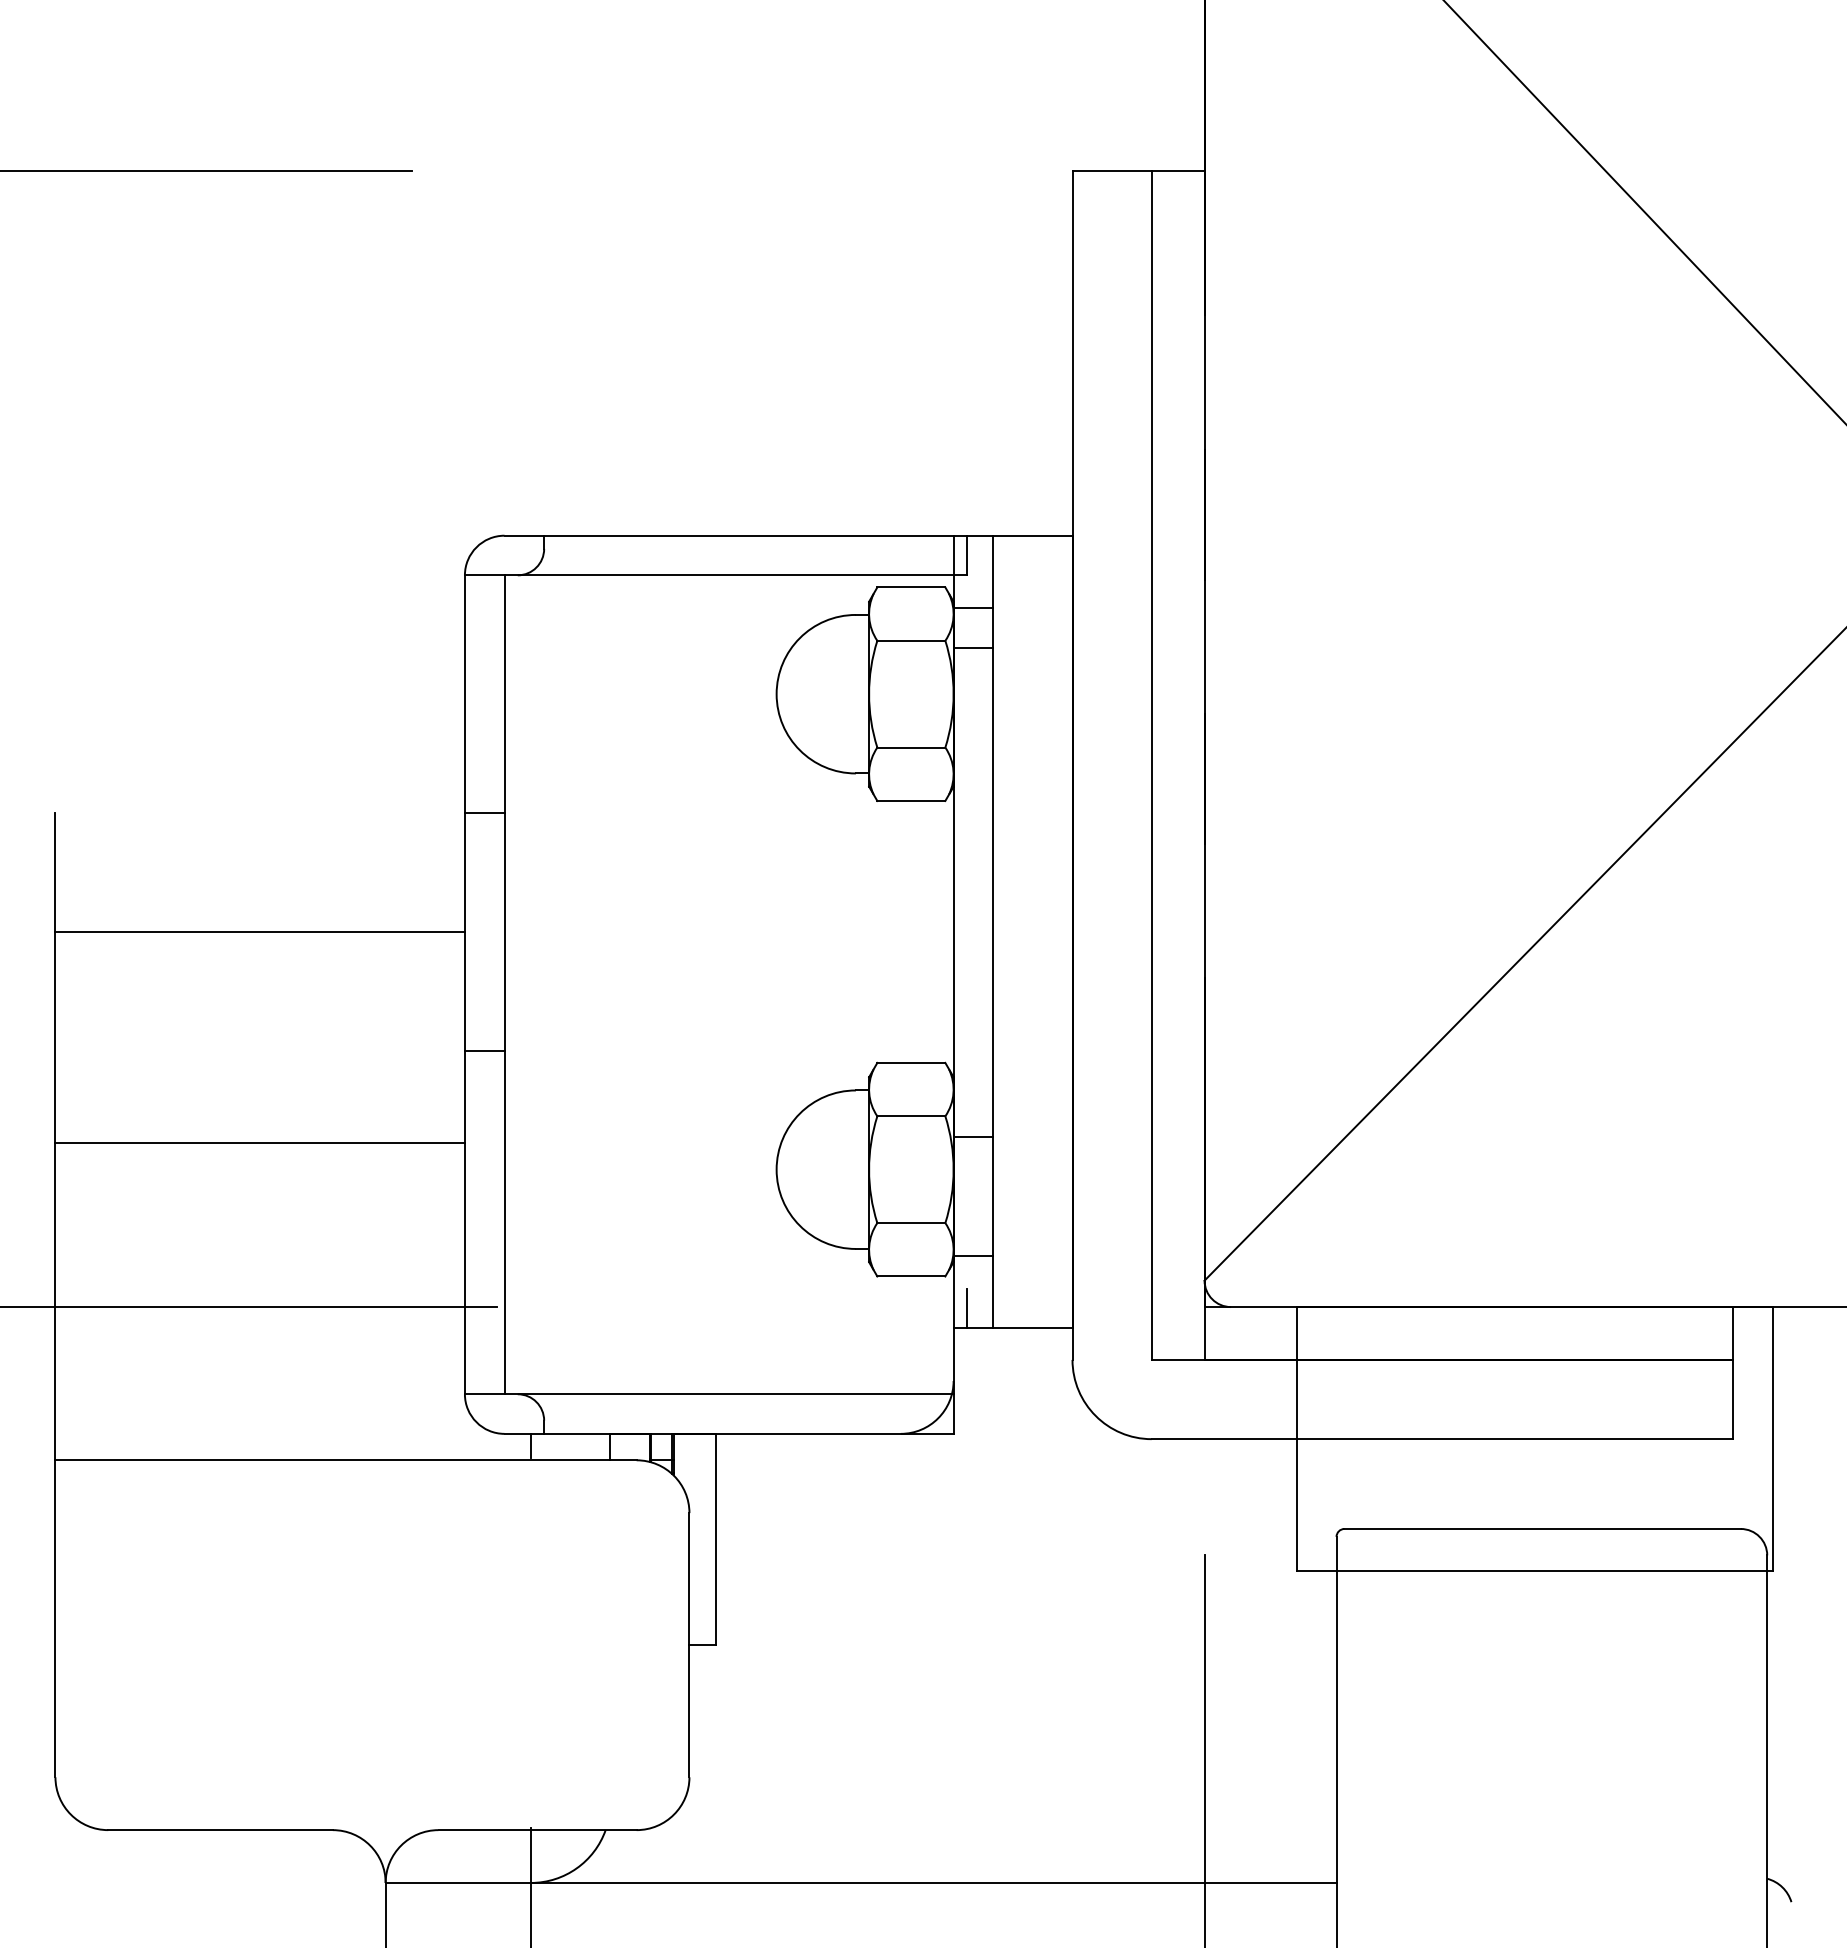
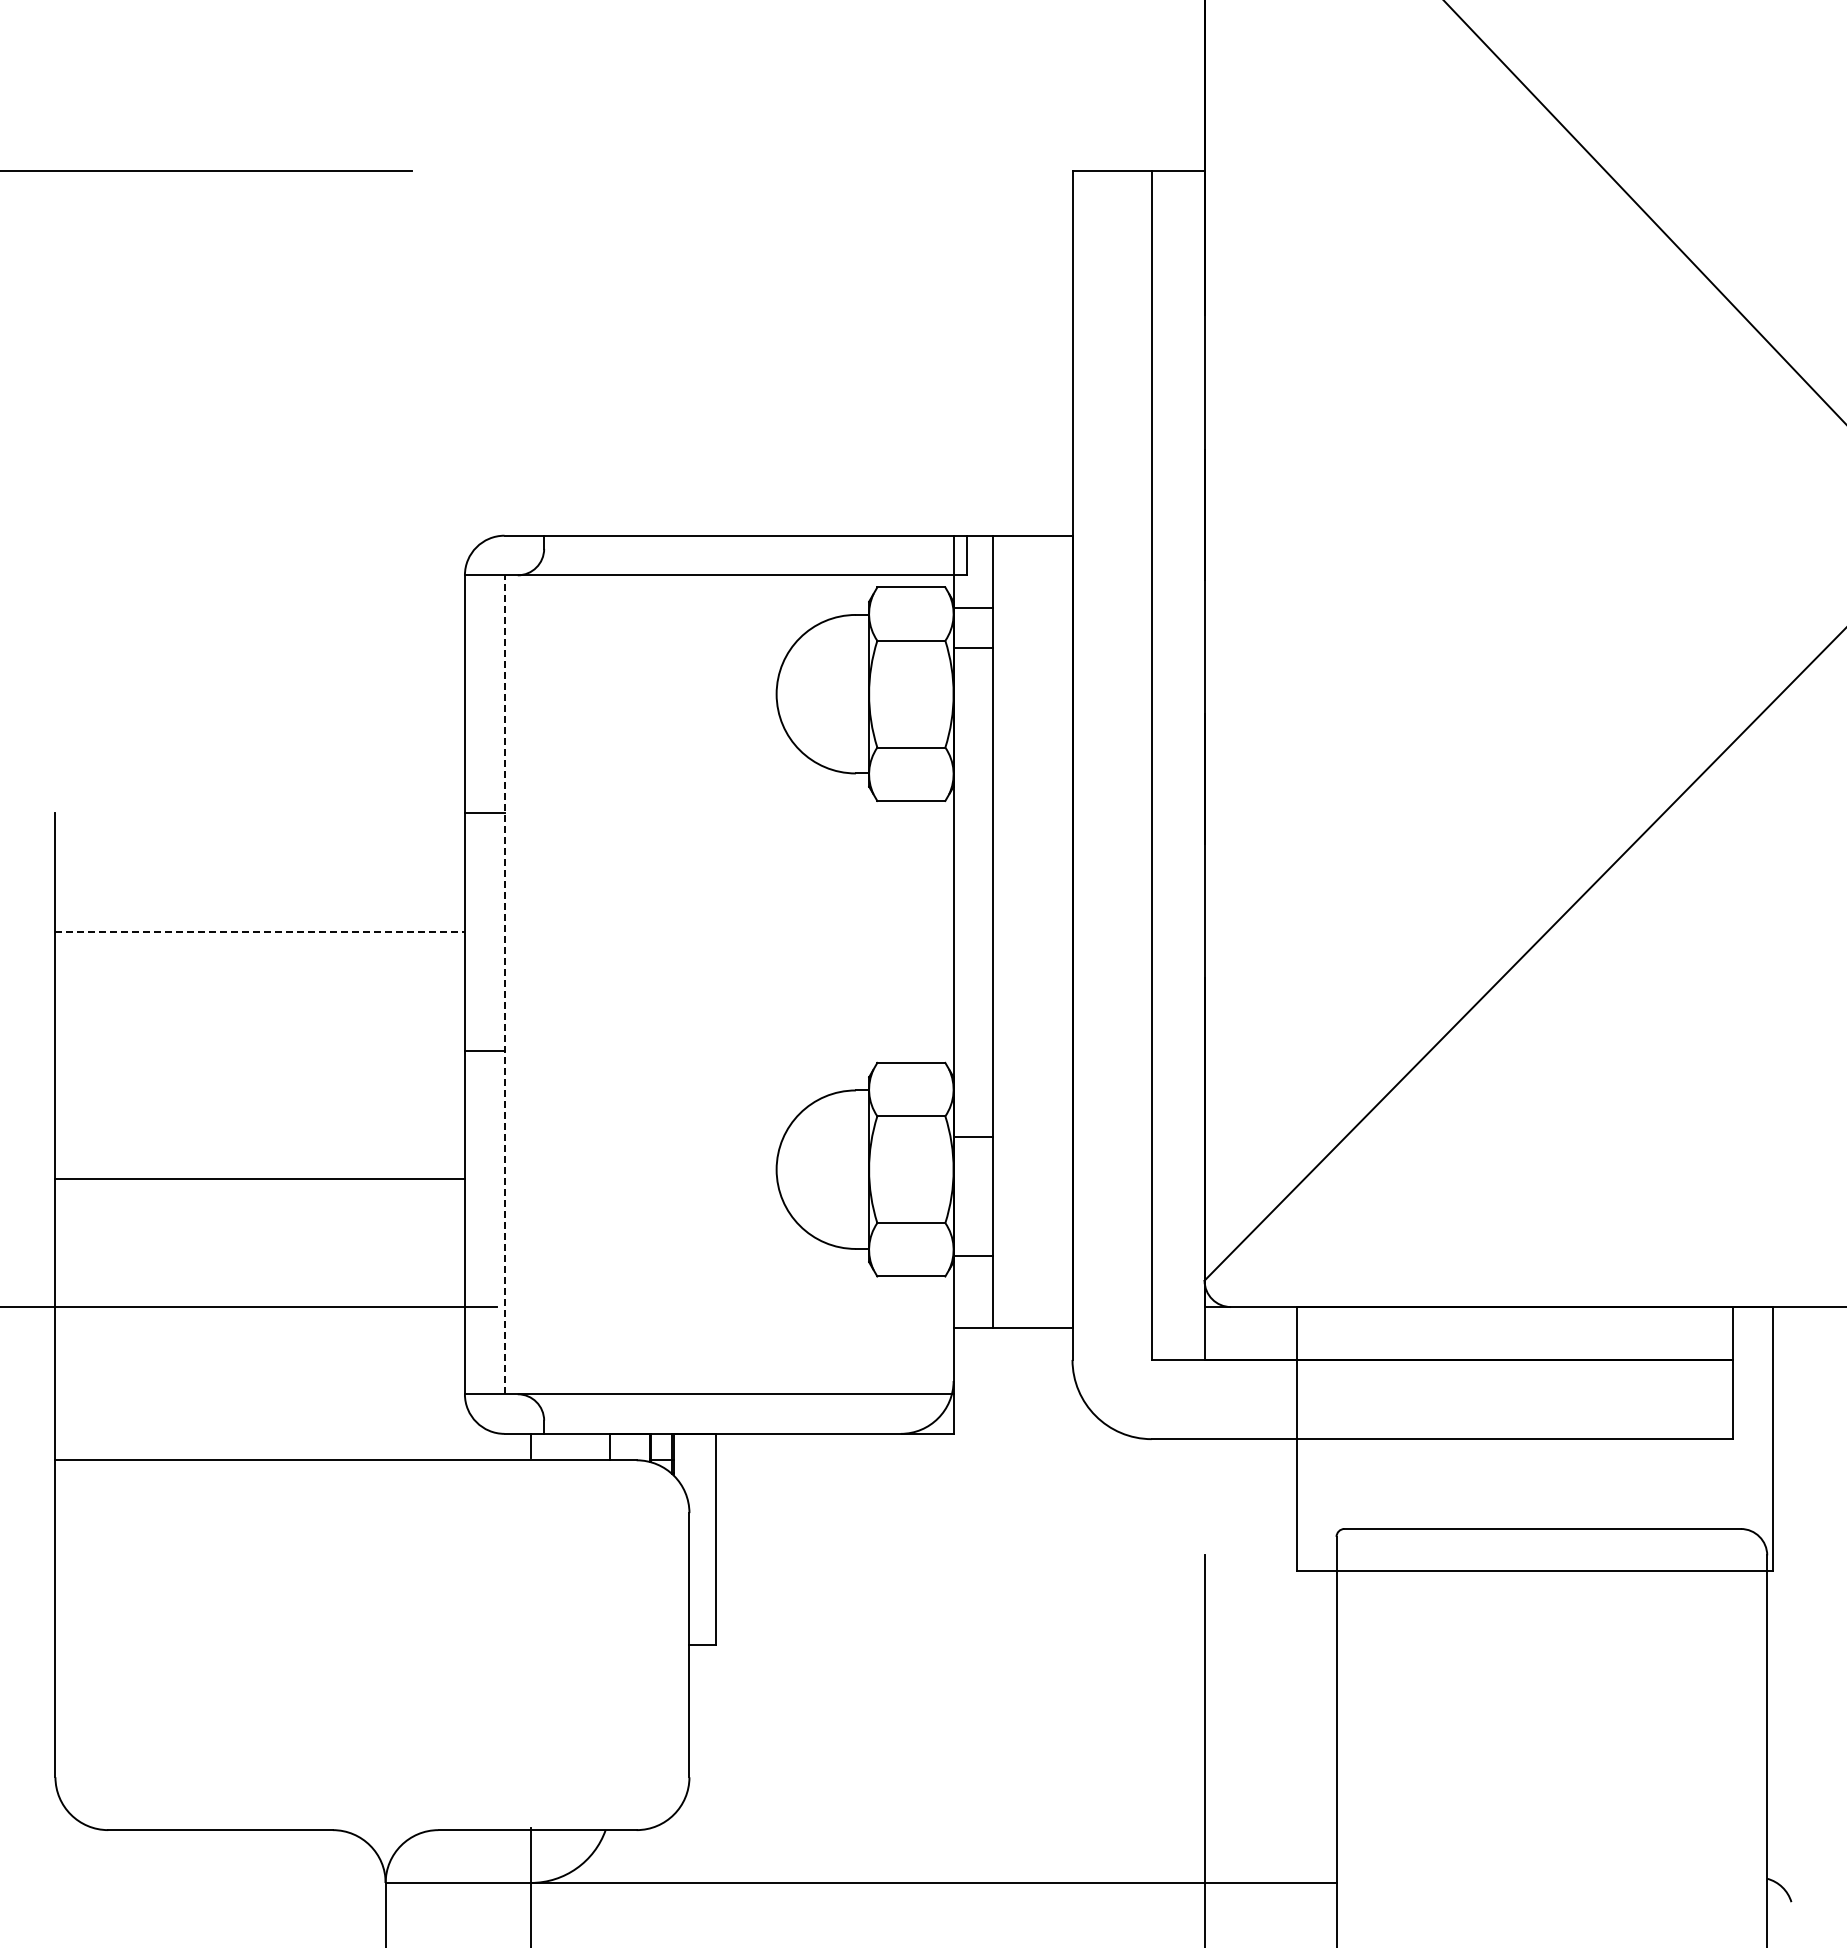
line at (260, 931): solid -> dashed
line at (504, 984): solid -> dashed
line at (259, 1143) position: (259, 1143) -> (259, 1179)
line at (966, 1308): present -> none
